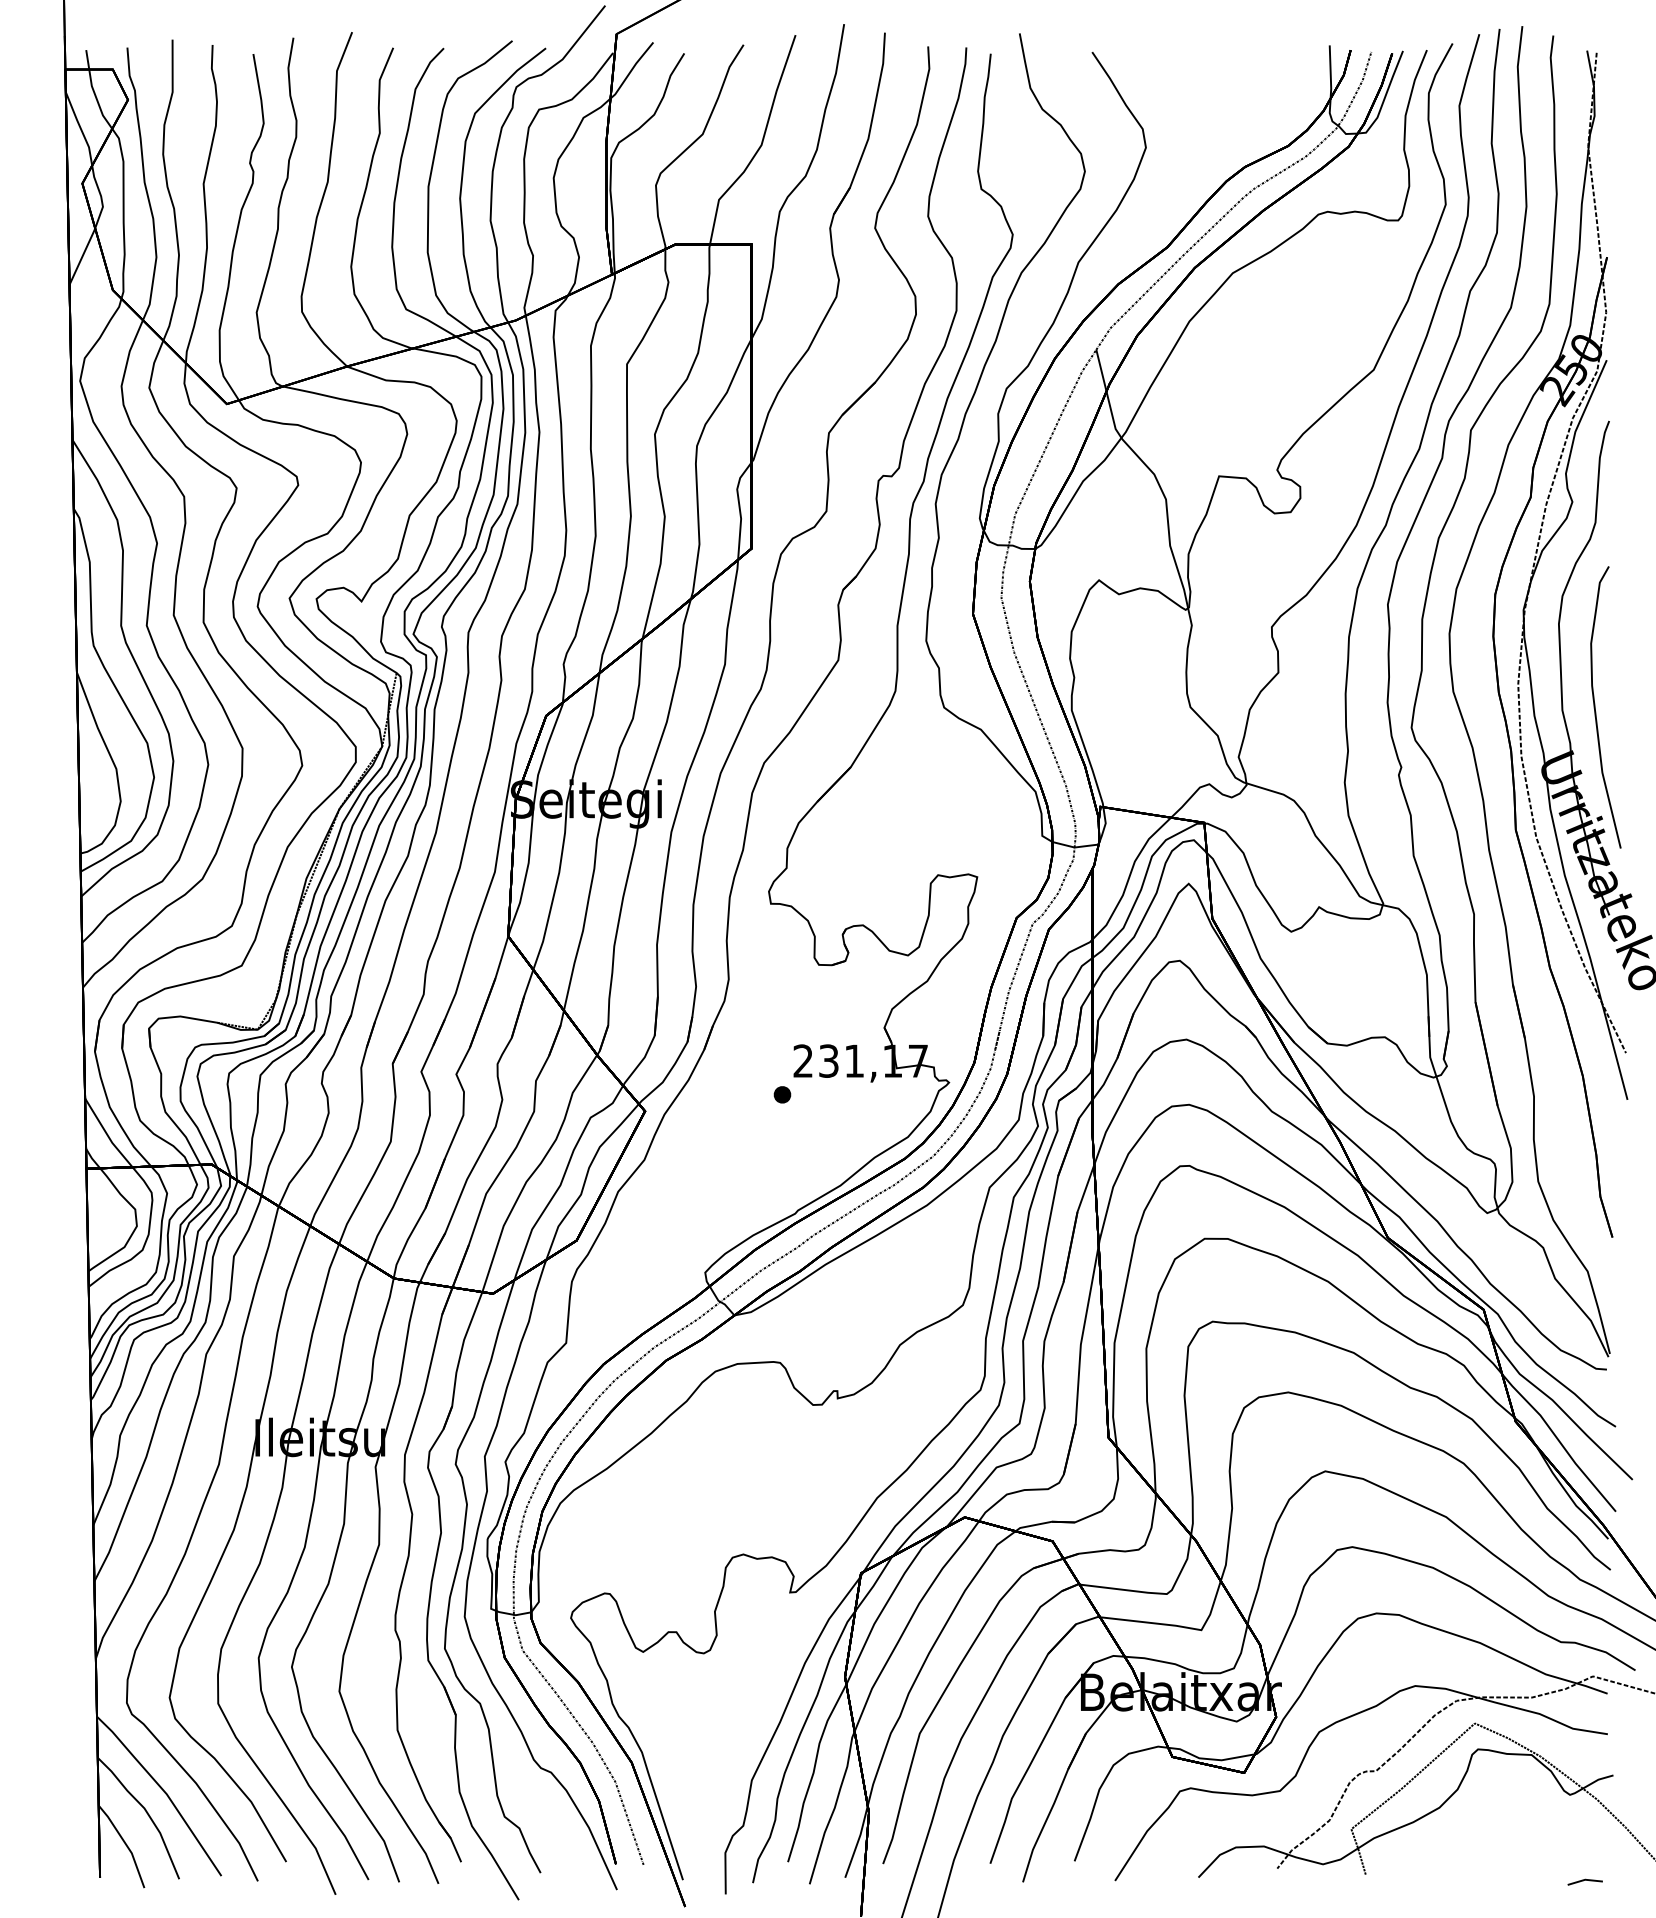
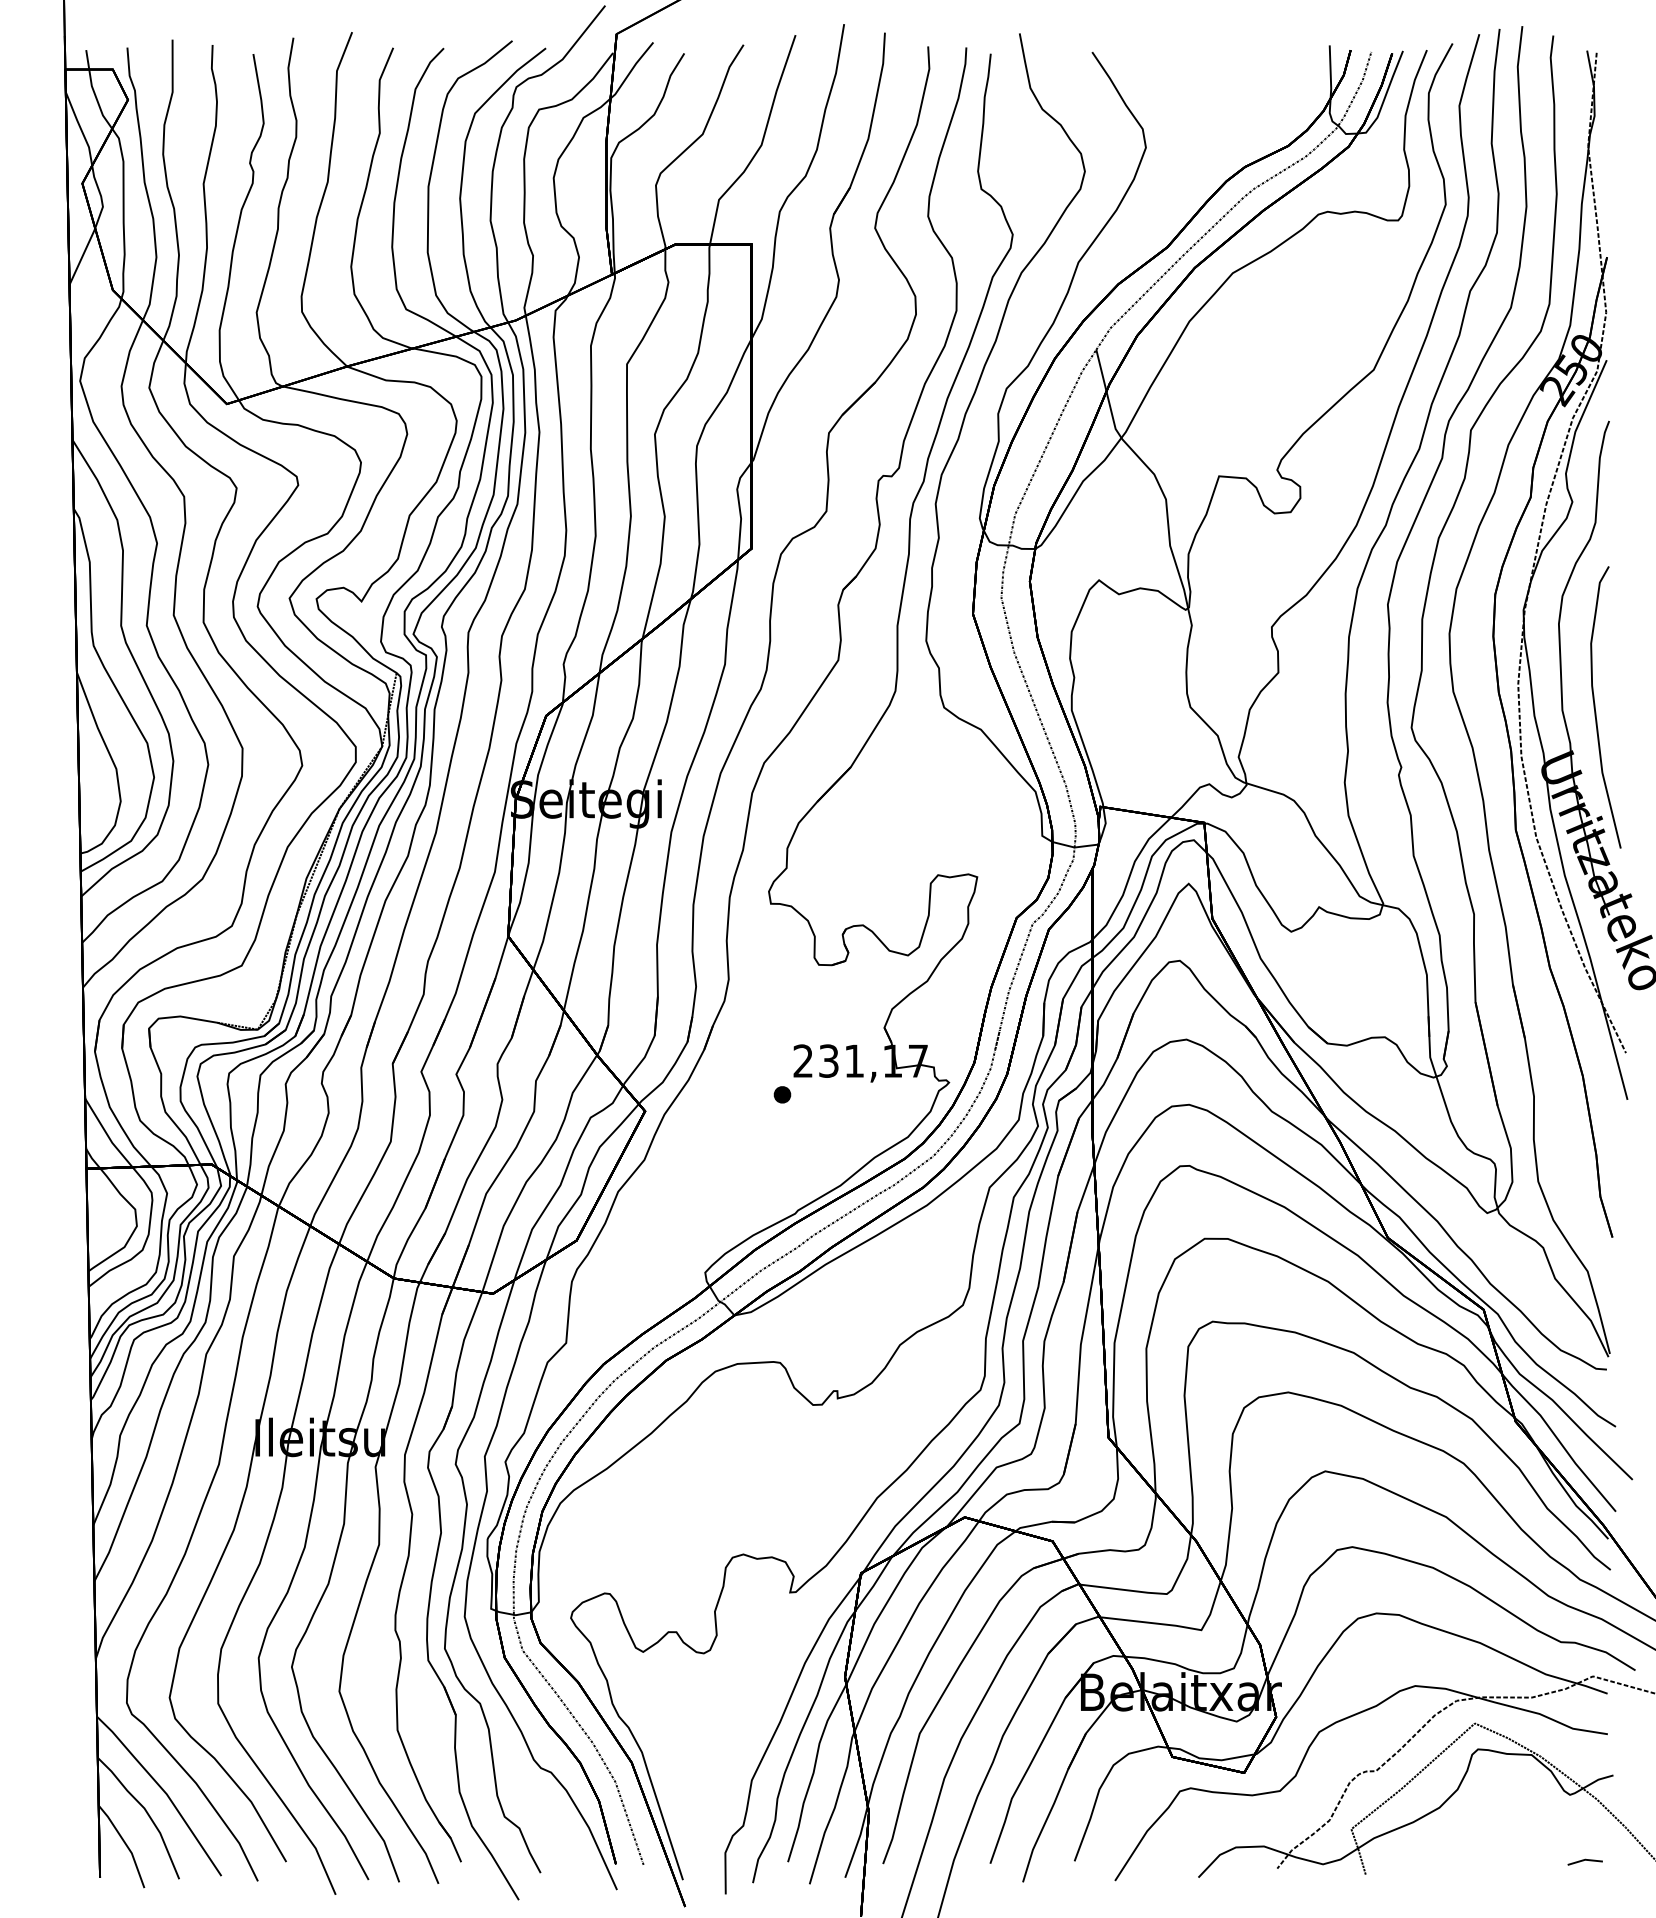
part at (1584, 1881) position: (1584, 1881) -> (1584, 1861)
